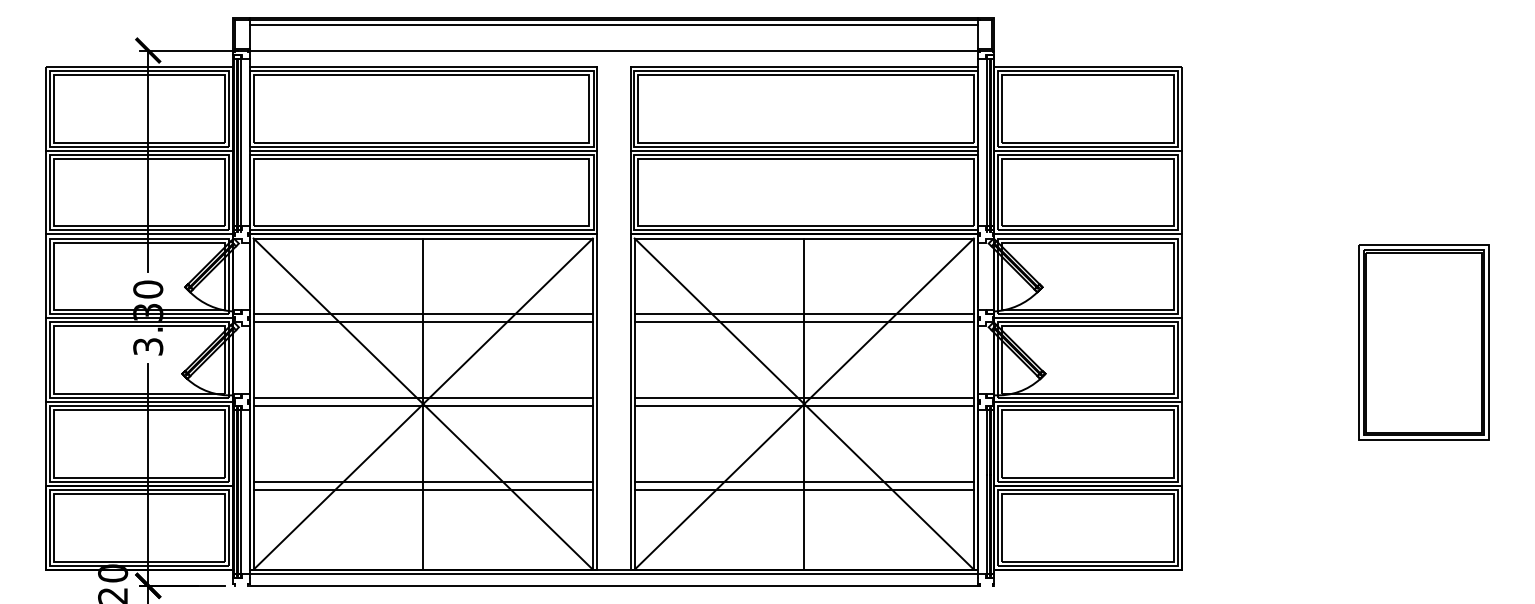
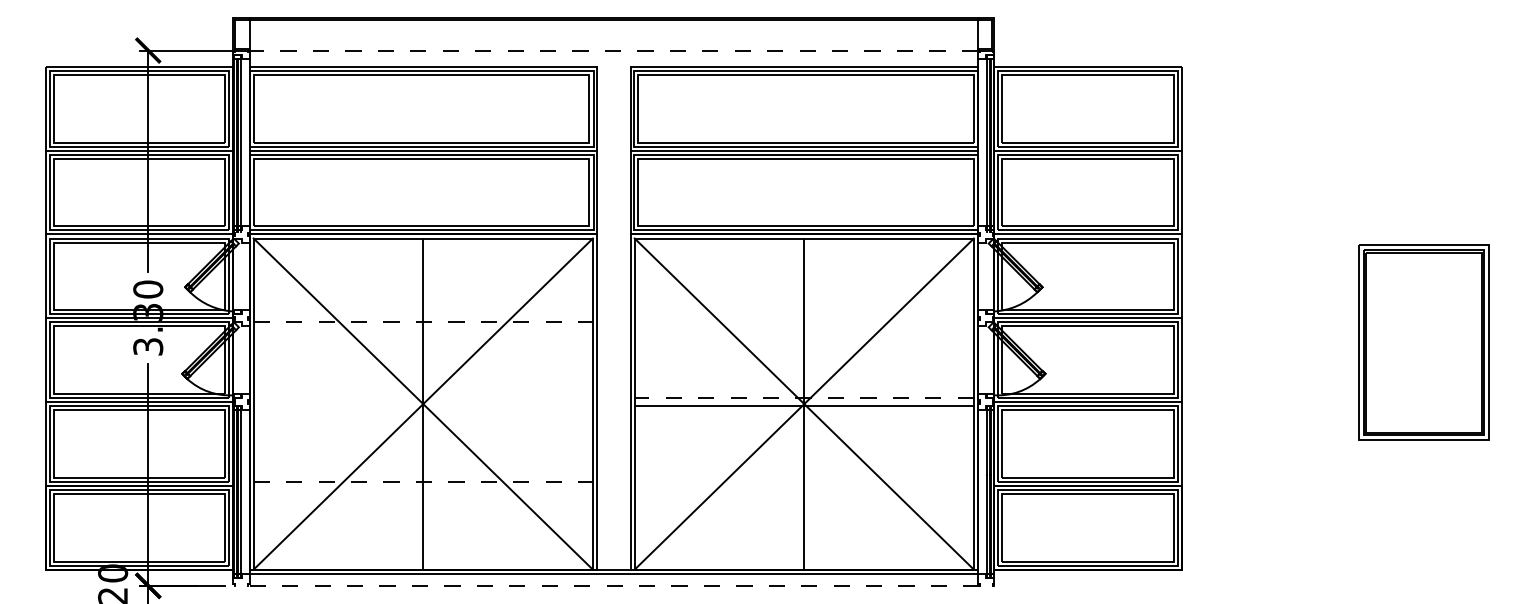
line at (613, 24): present -> none
line at (613, 50): solid -> dashed
line at (422, 314): present -> none
line at (803, 314): present -> none
line at (423, 322): solid -> dashed
line at (803, 322): present -> none
line at (422, 398): present -> none
line at (804, 398): solid -> dashed
line at (422, 406): present -> none
line at (423, 481): solid -> dashed
line at (803, 481): present -> none
line at (422, 489): present -> none
line at (803, 489): present -> none
line at (614, 585): solid -> dashed
